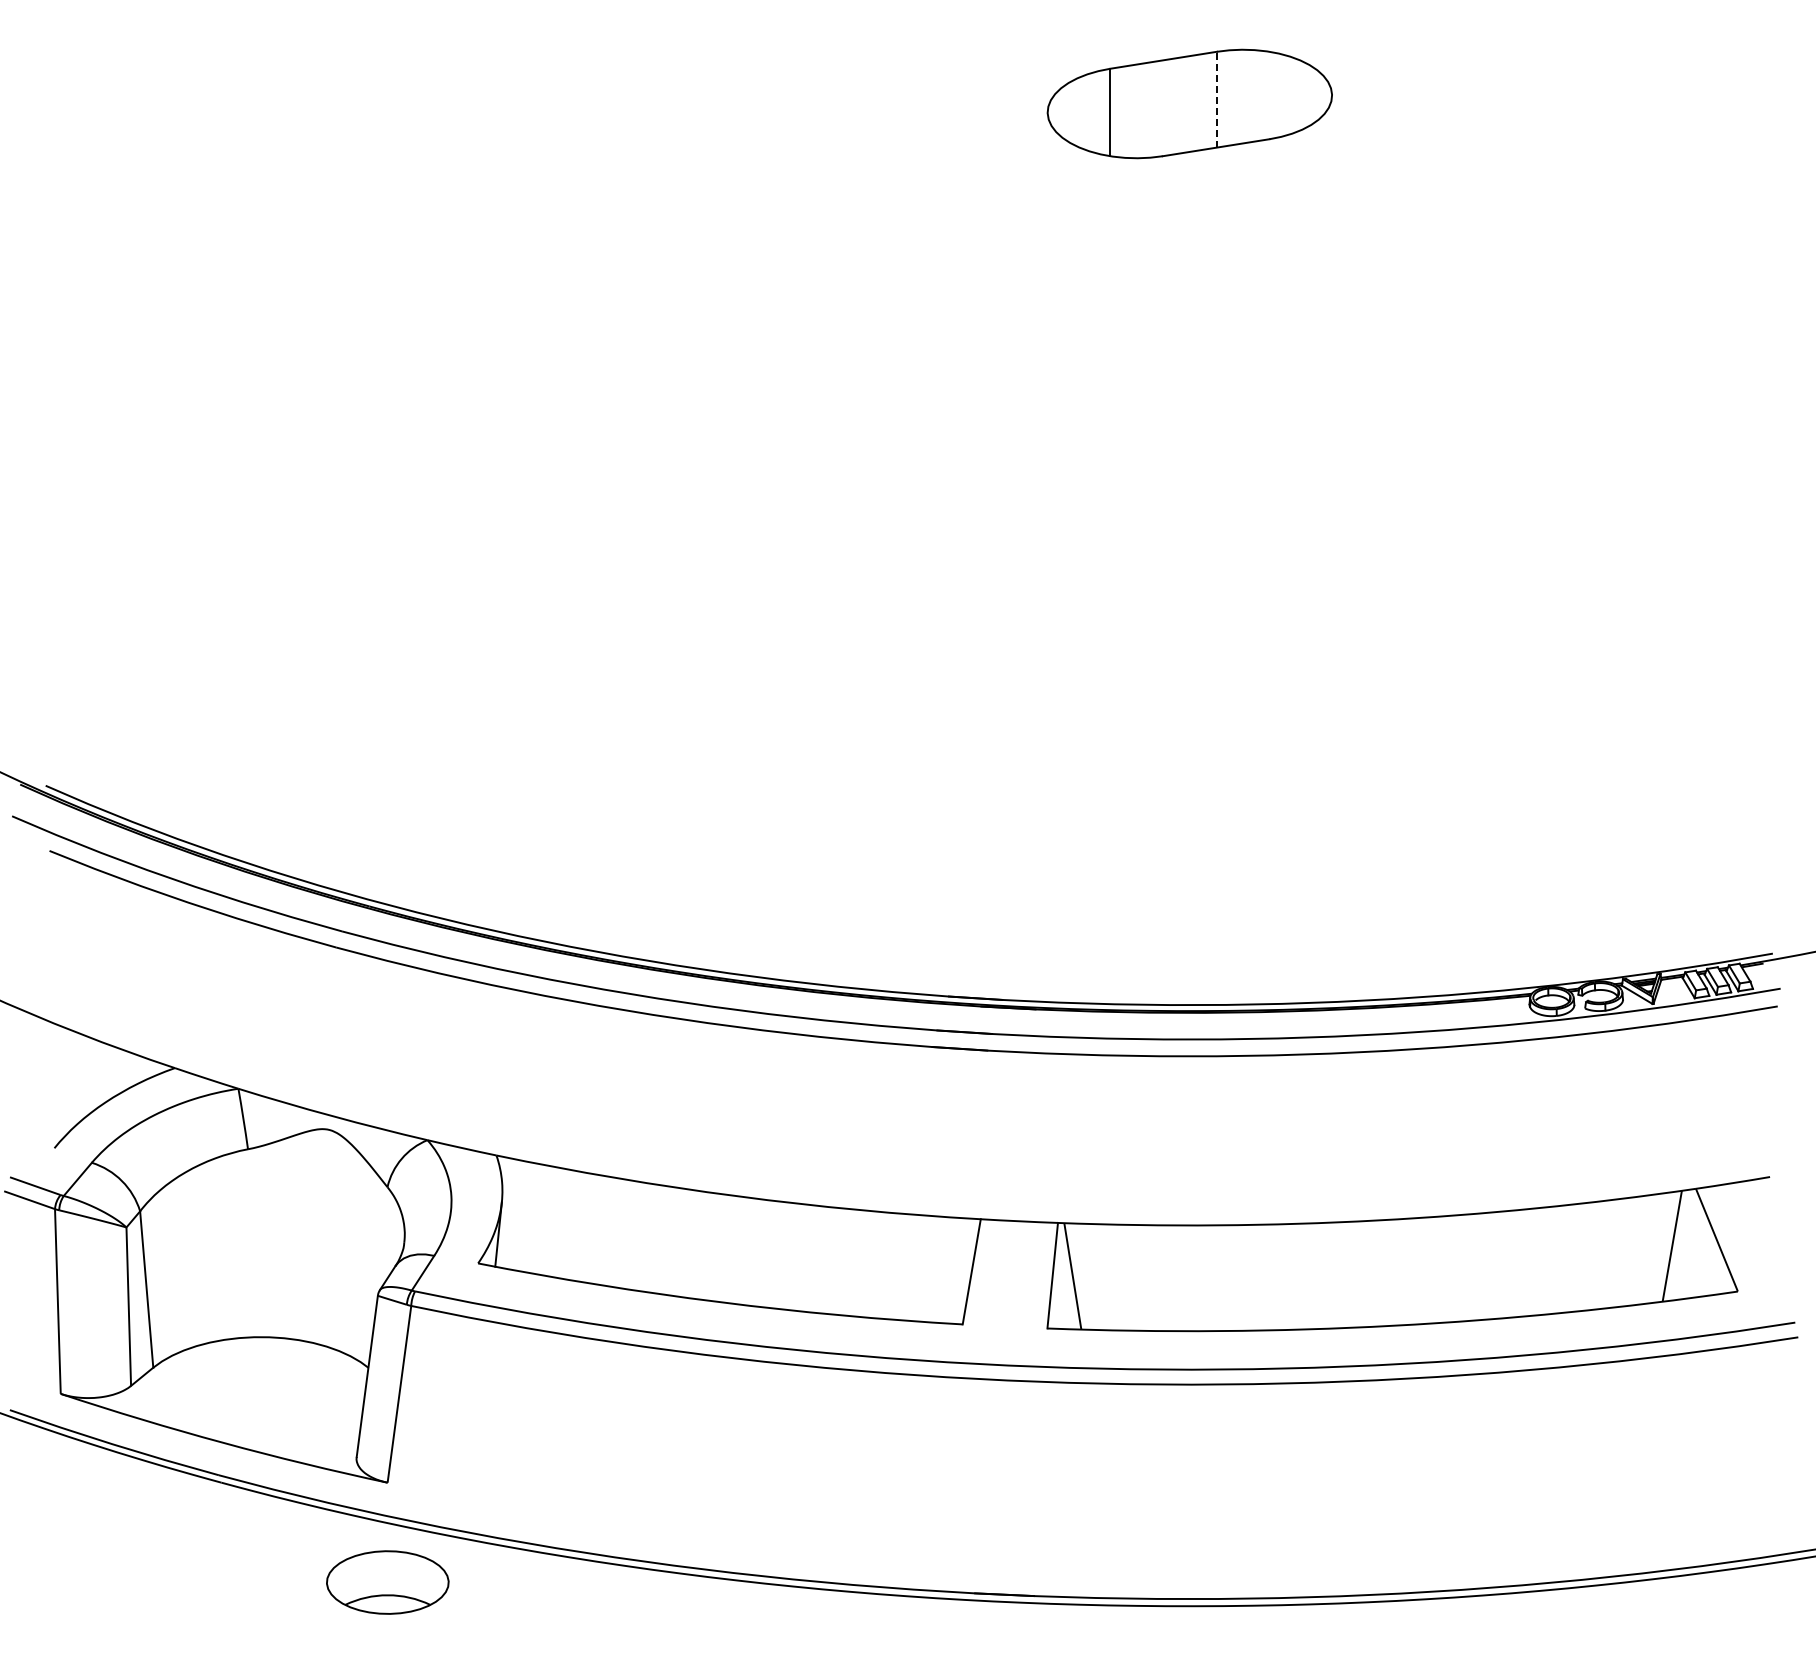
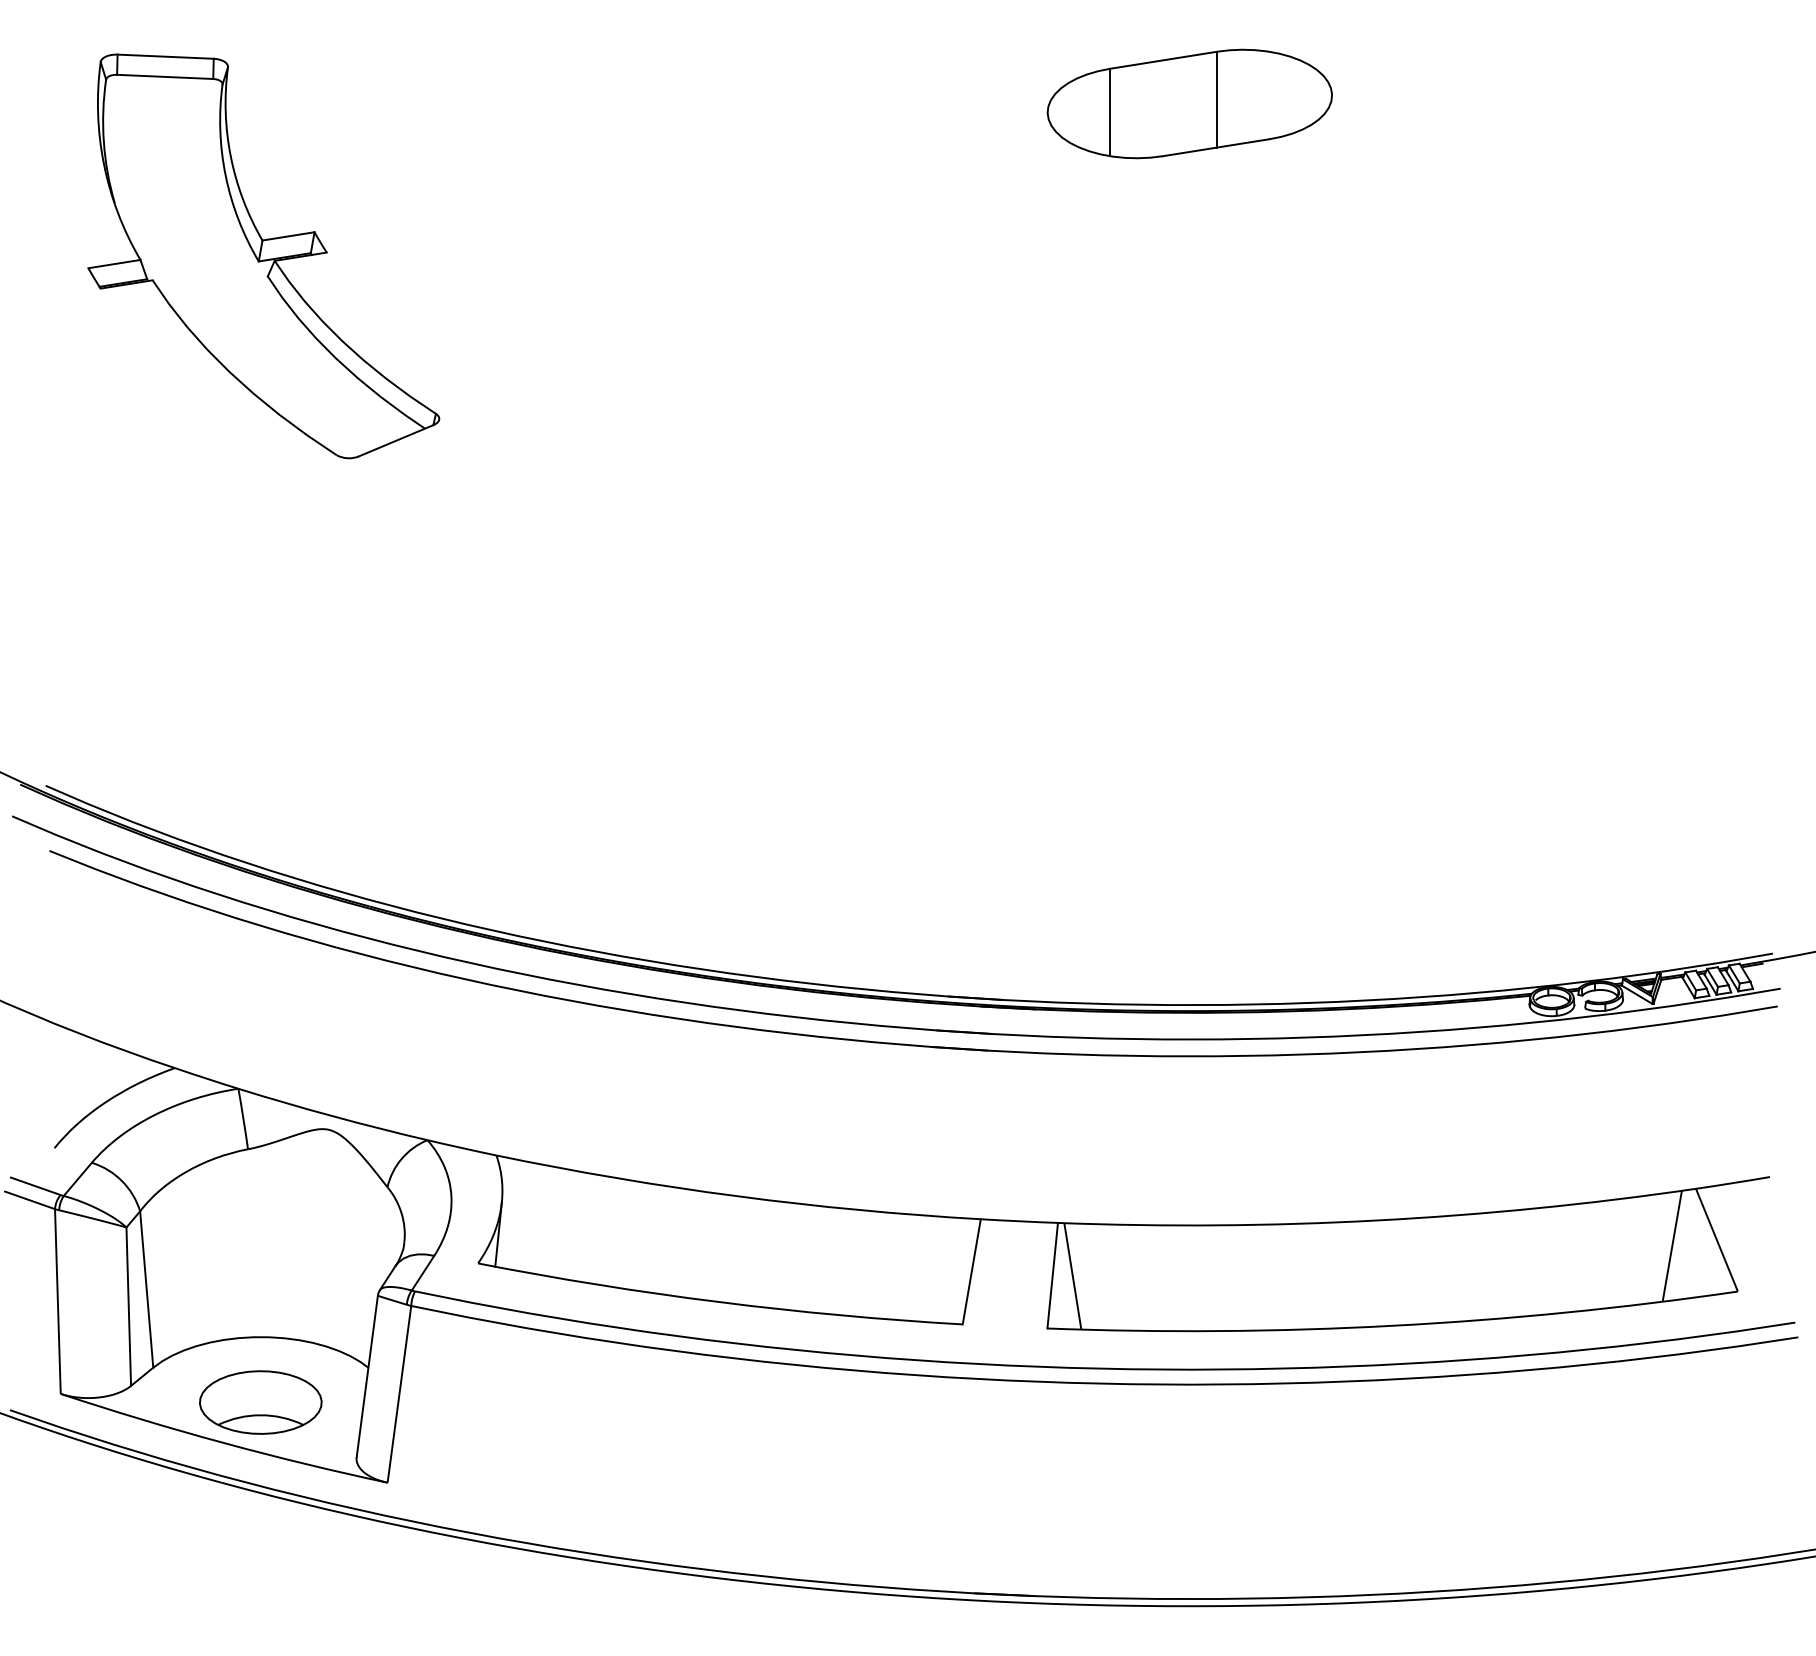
line at (1217, 99): dashed -> solid
part at (263, 256): none -> present
part at (387, 1582) position: (387, 1582) -> (260, 1402)
